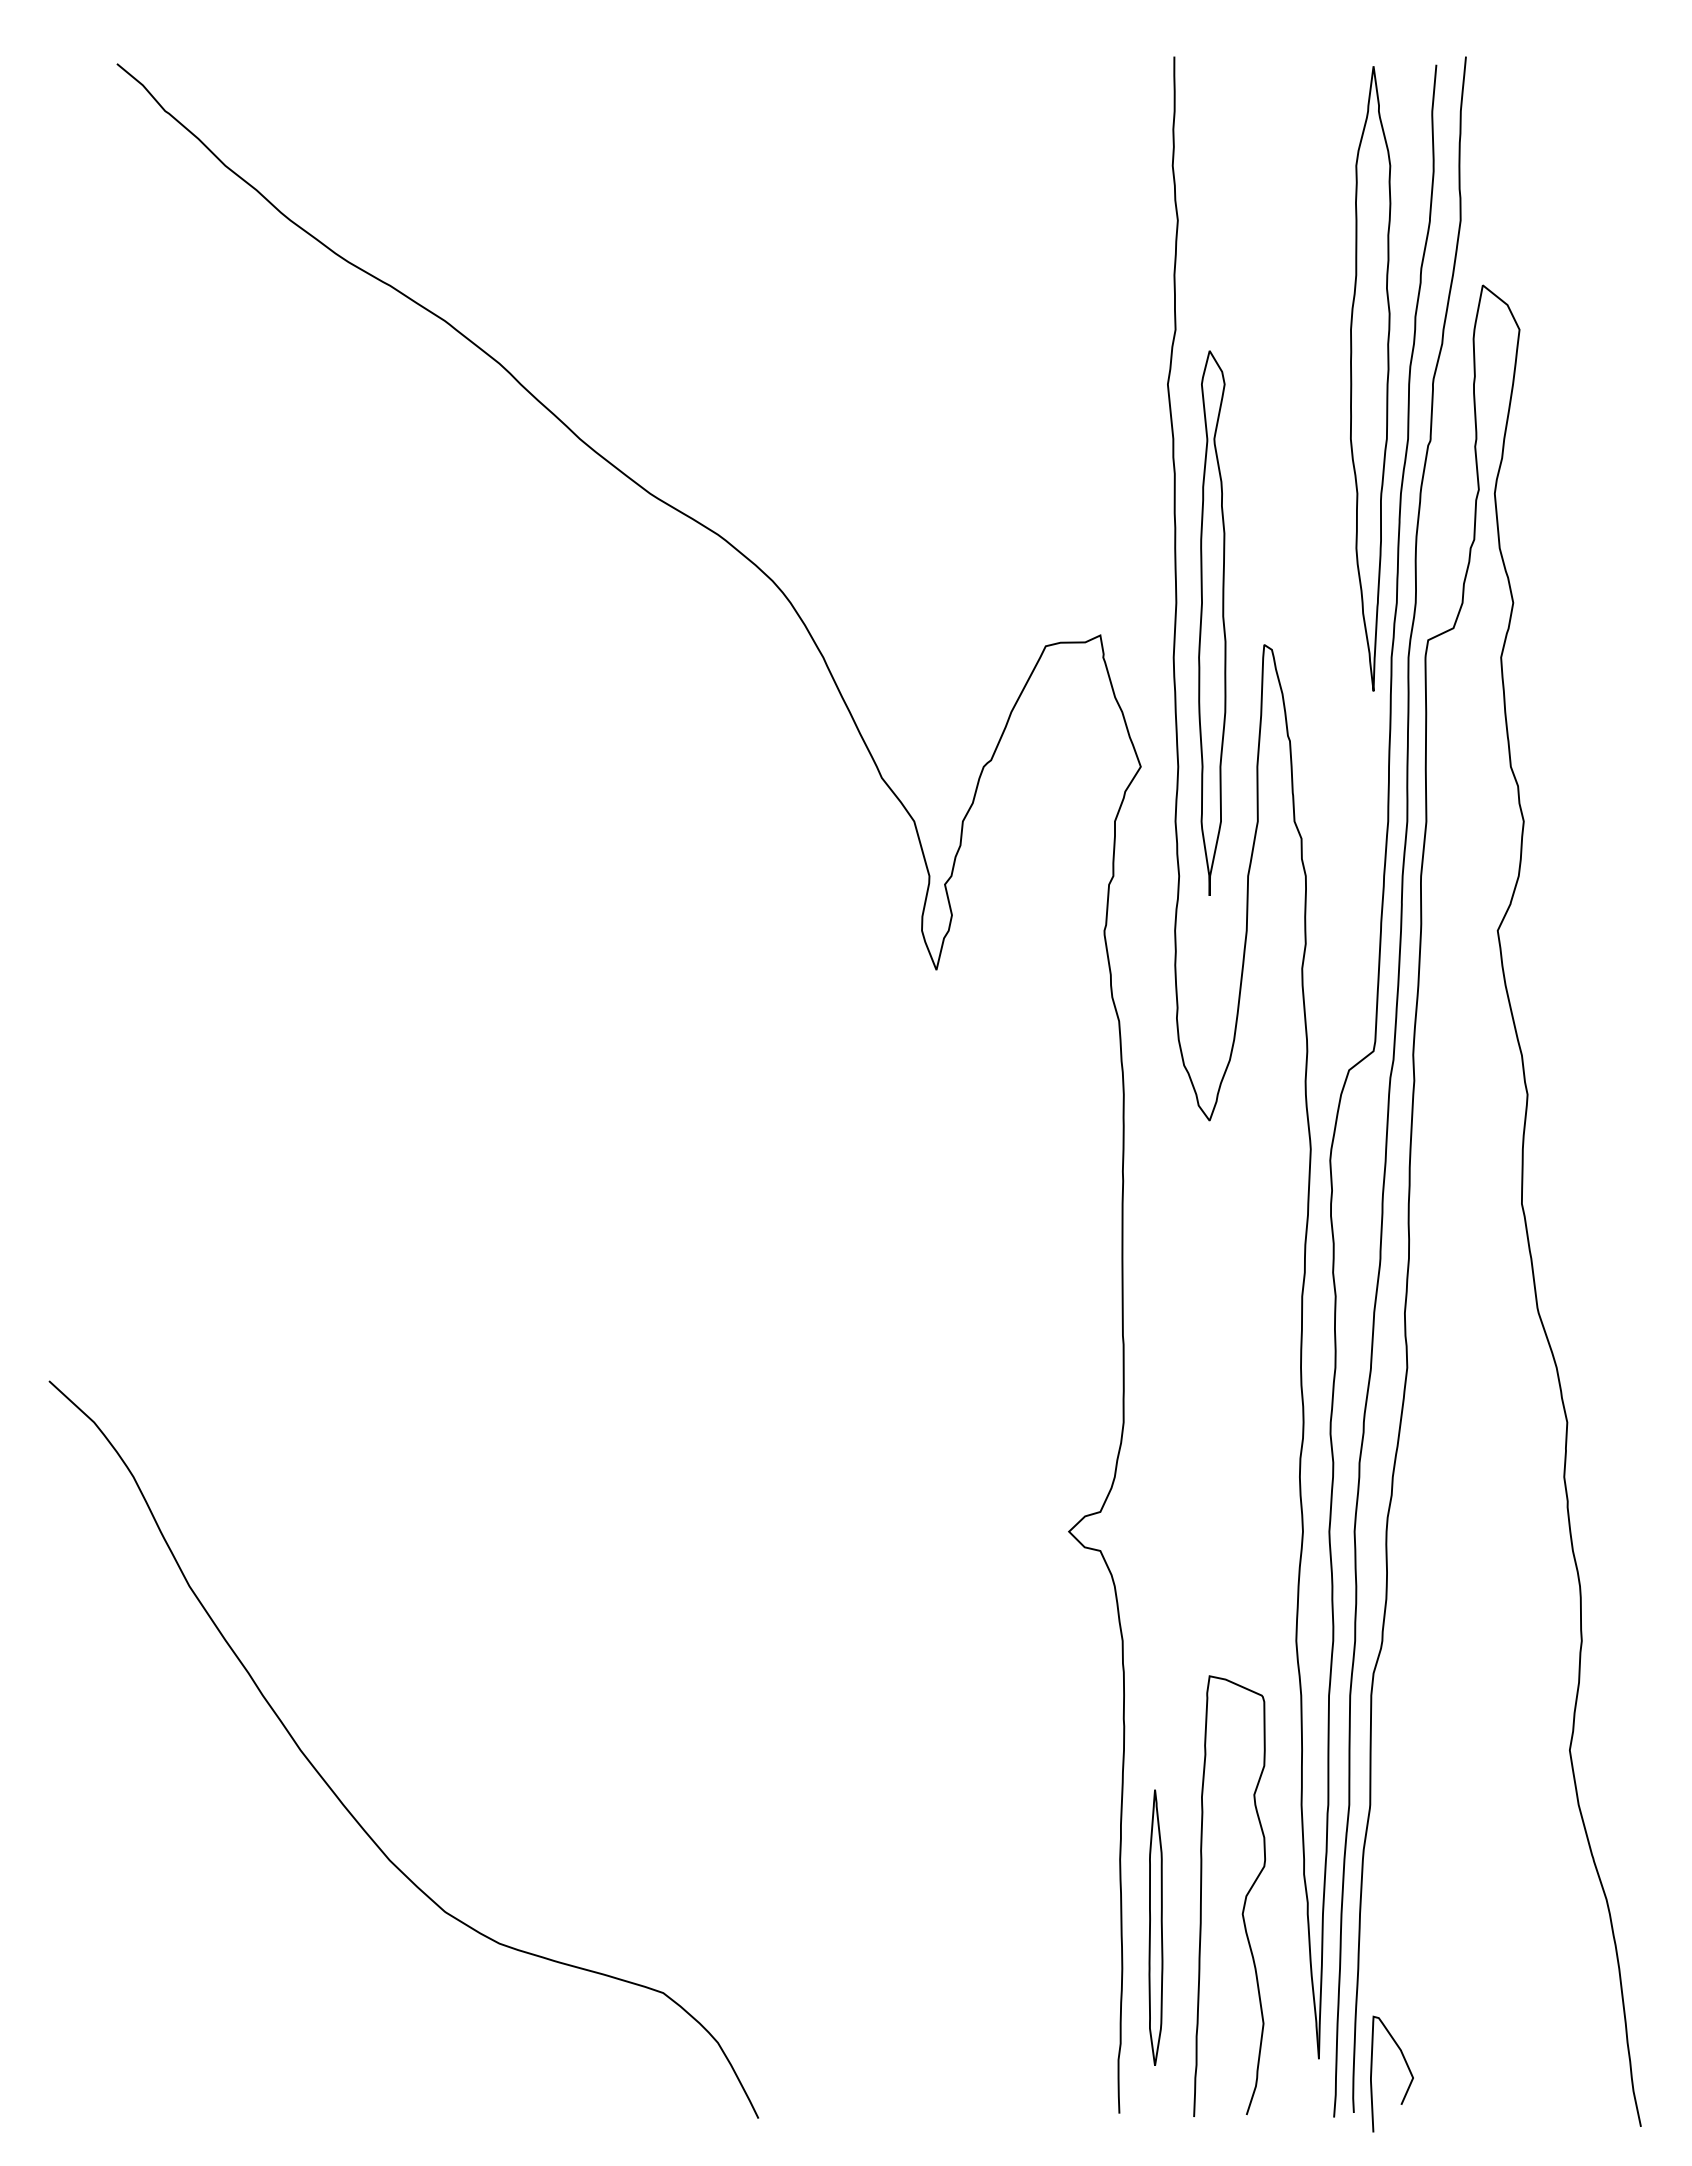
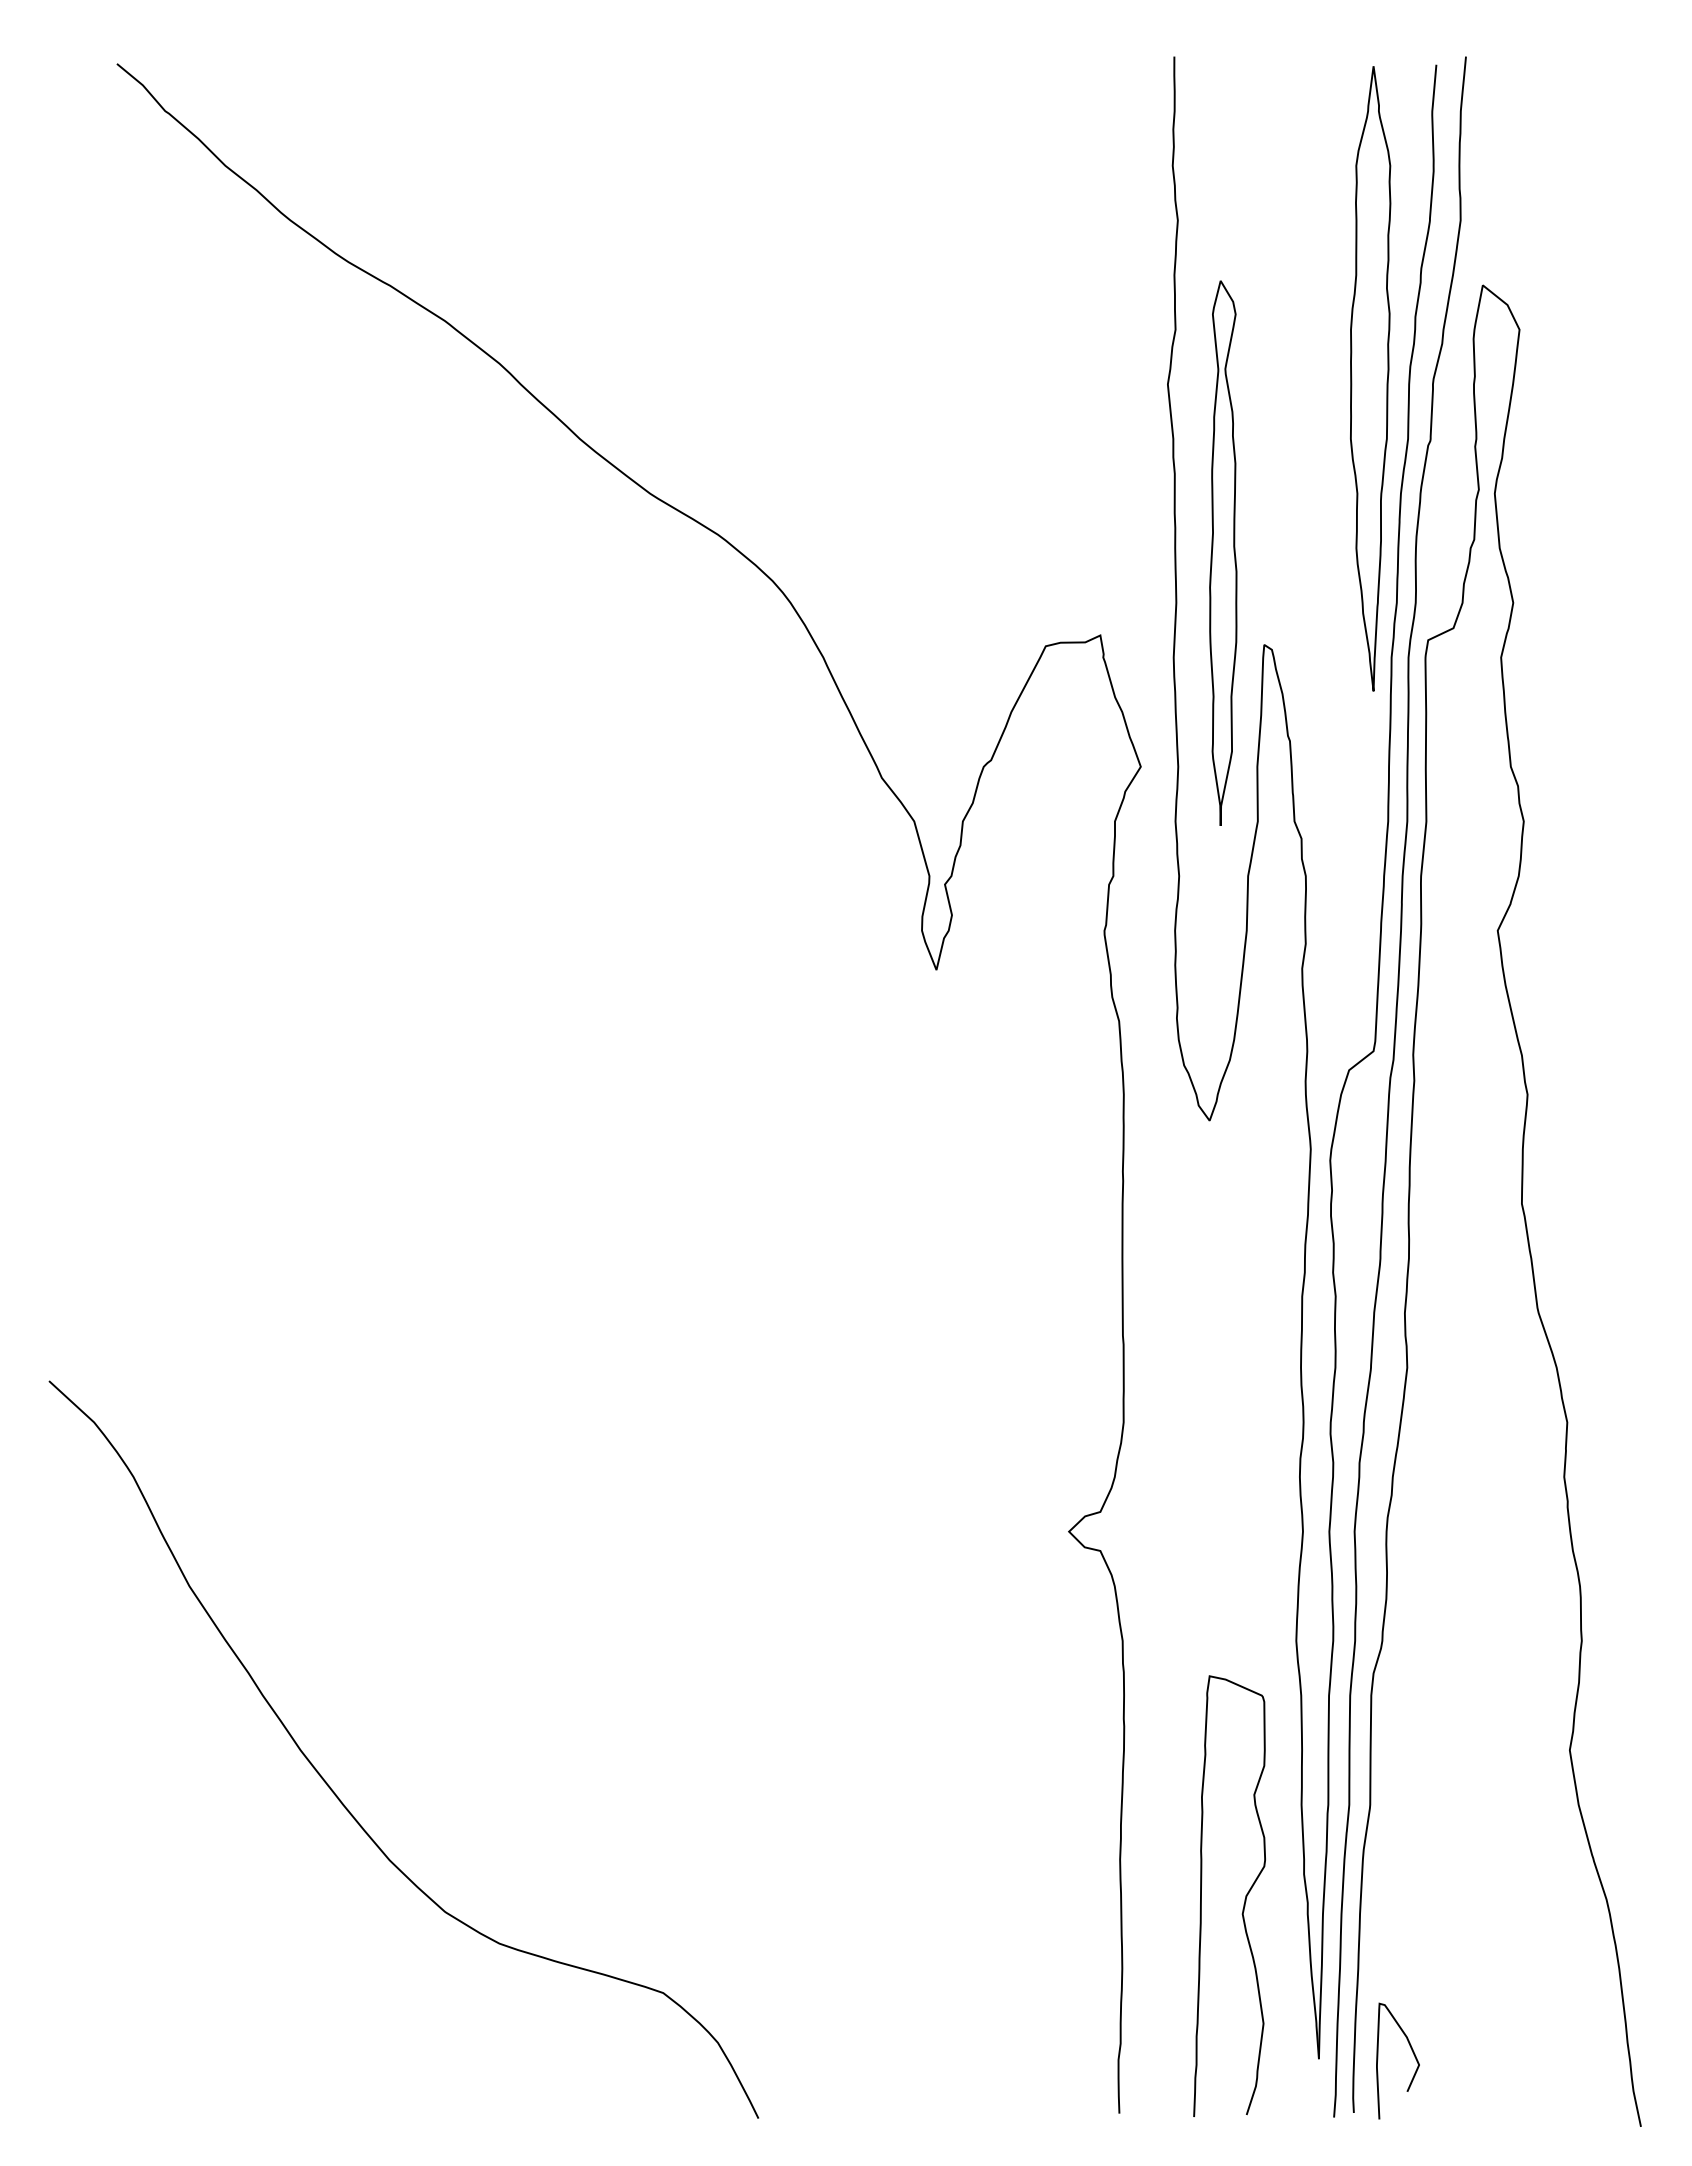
part at (1212, 622) position: (1212, 622) -> (1223, 552)
part at (1155, 1927): present -> none
curve at (1406, 2065) position: (1406, 2065) -> (1412, 2052)
